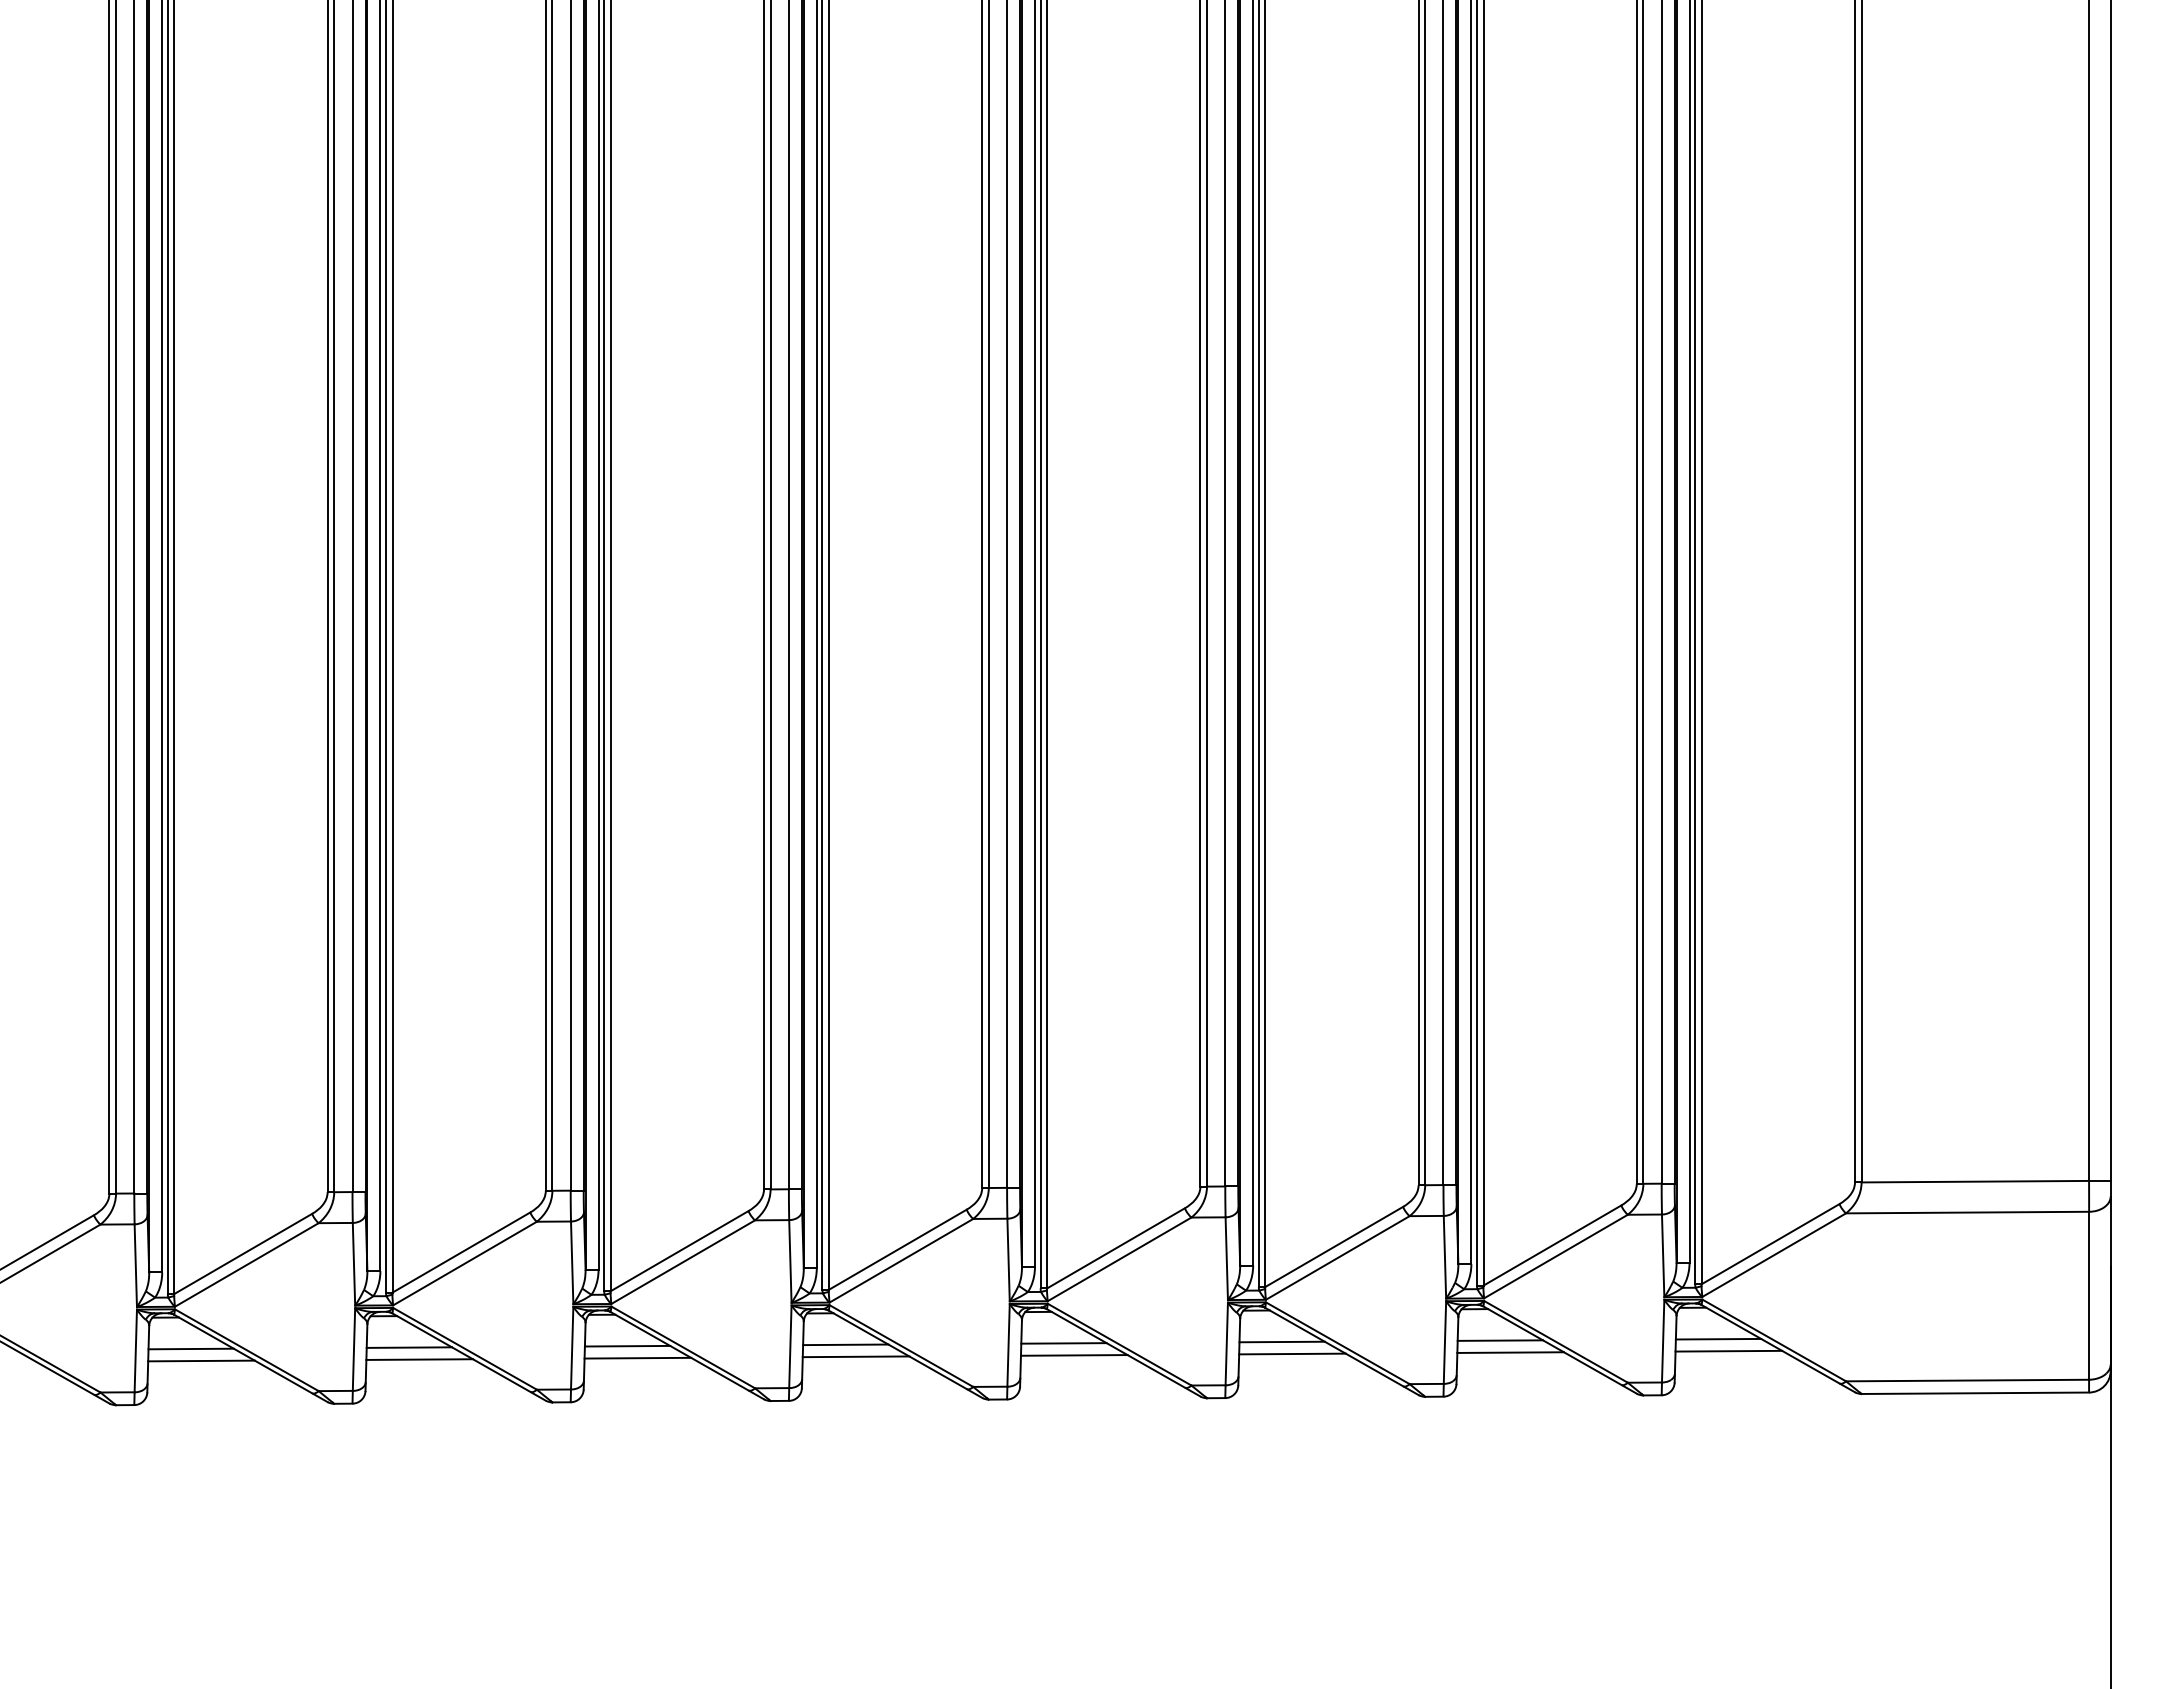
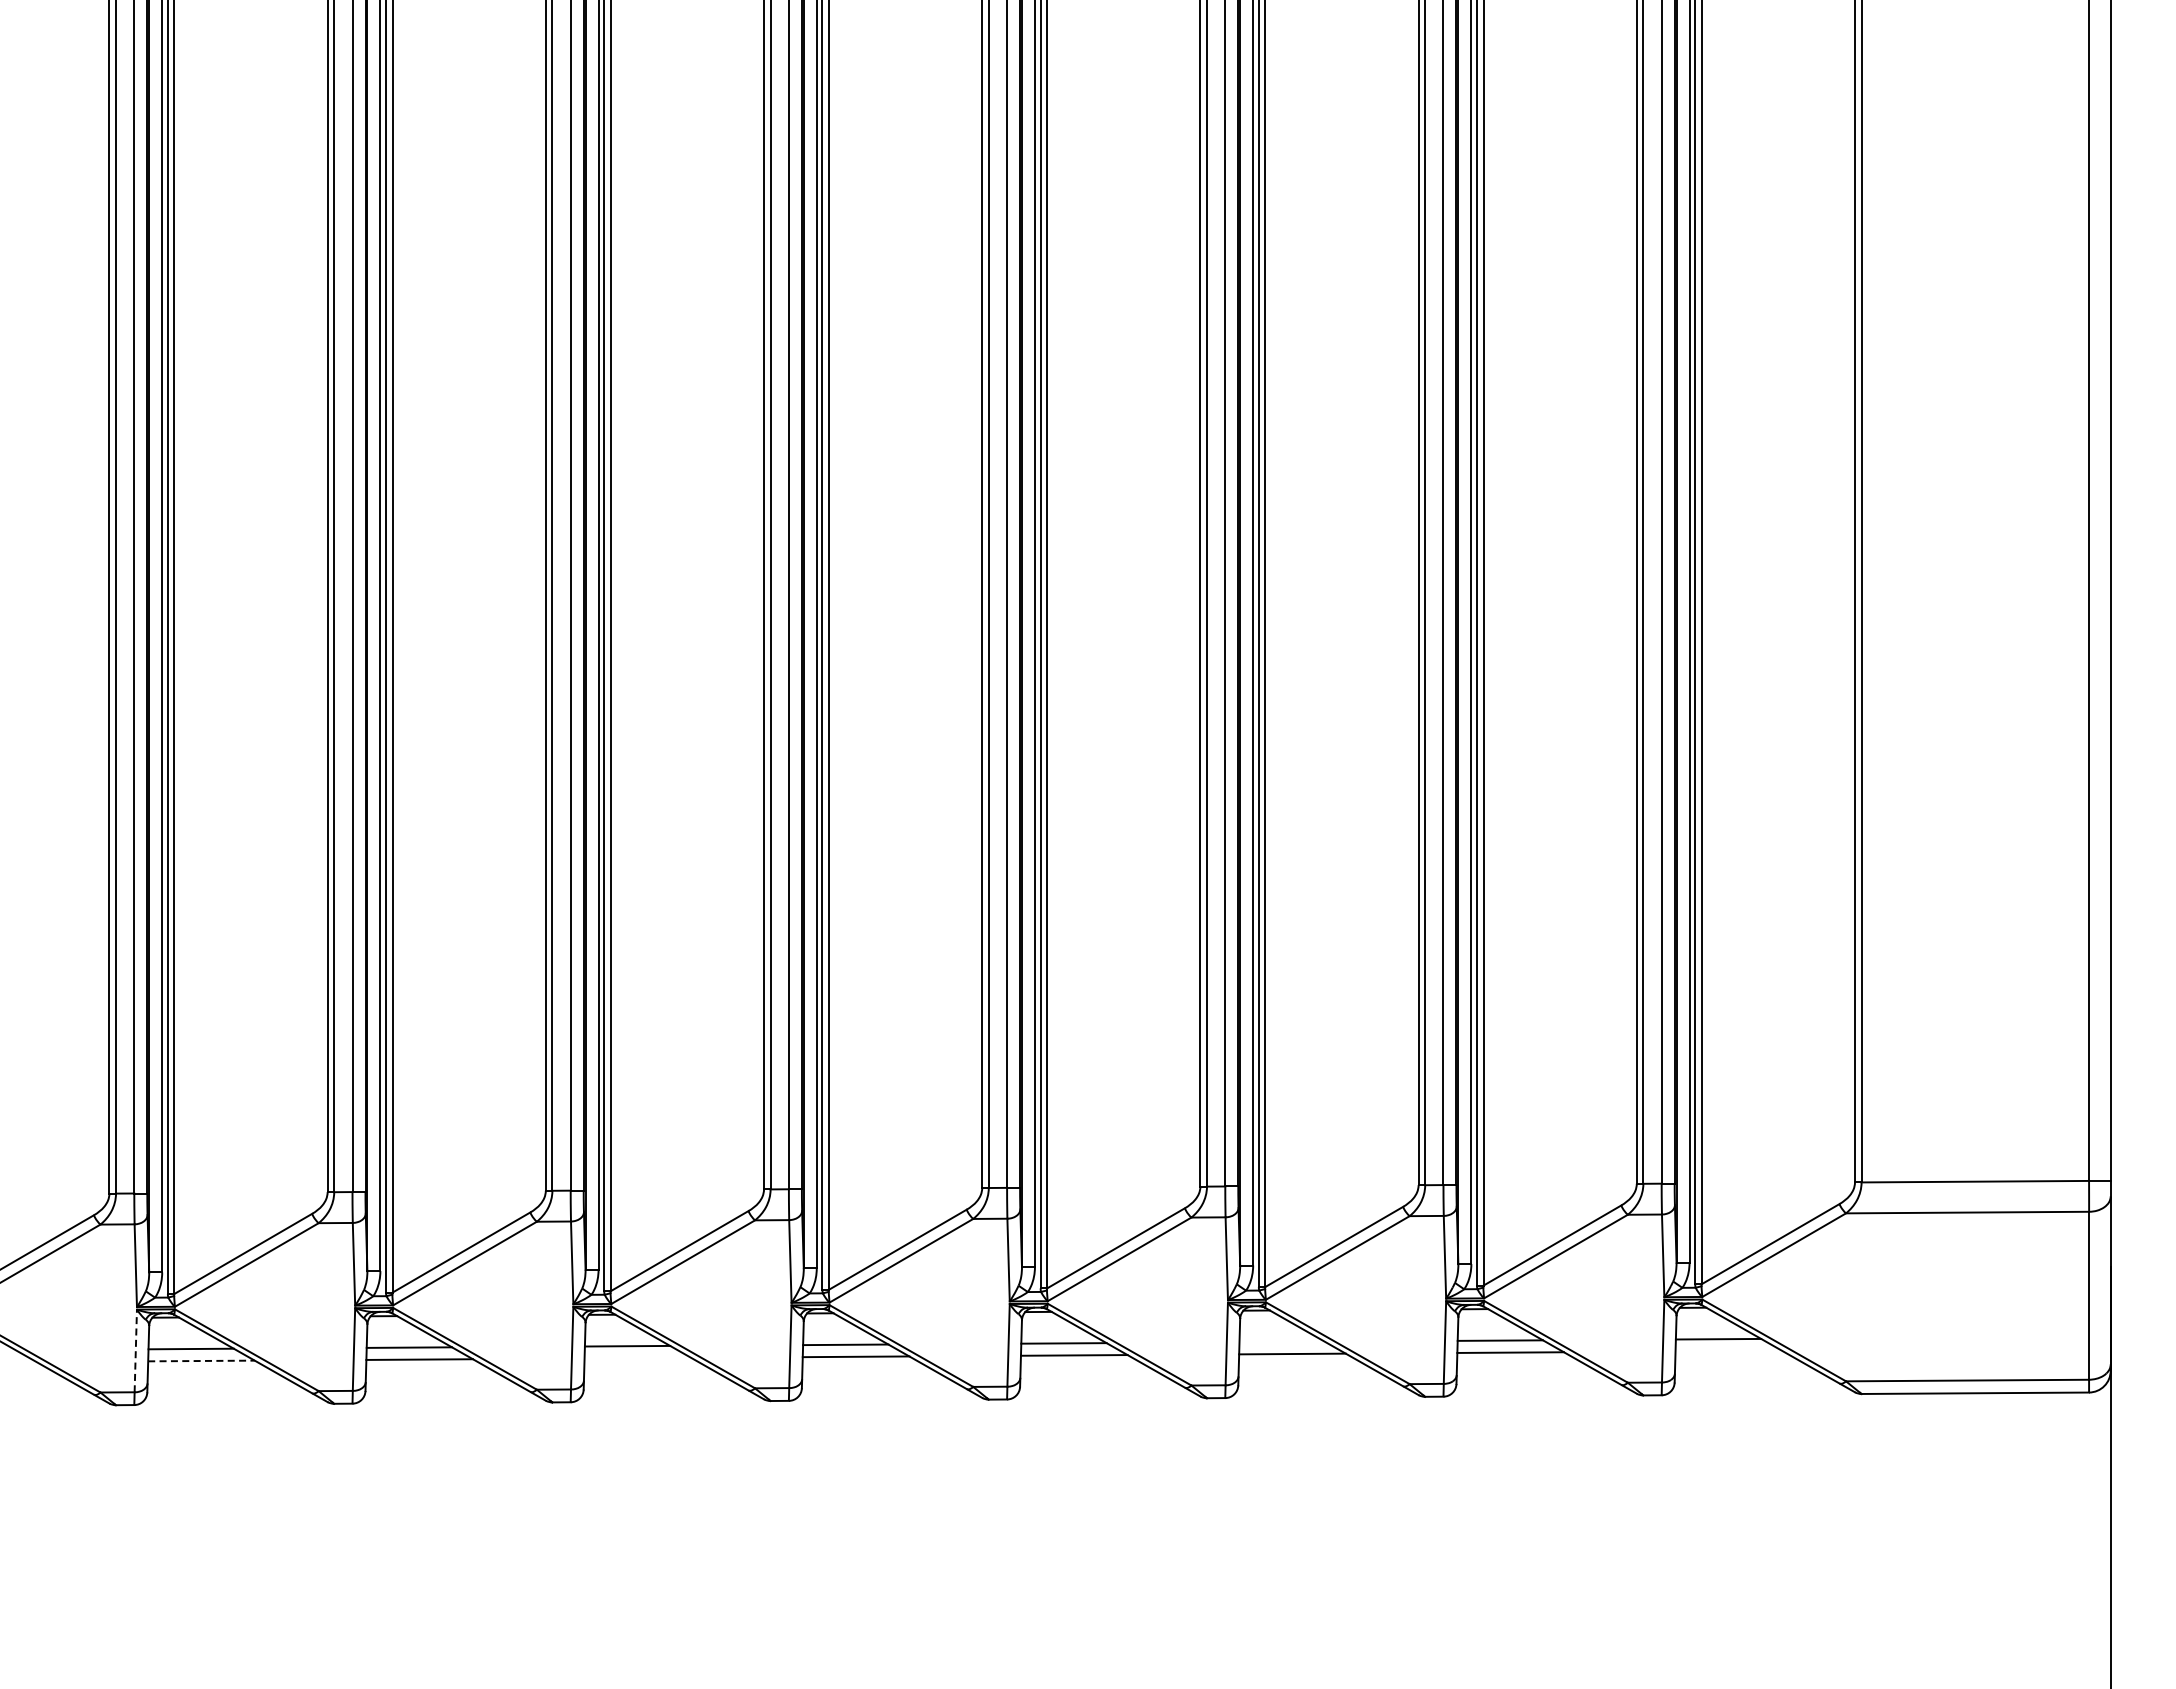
line at (1281, 1341): present -> none
line at (135, 1350): solid -> dashed
line at (1728, 1350): present -> none
line at (637, 1357): present -> none
line at (202, 1360): solid -> dashed
